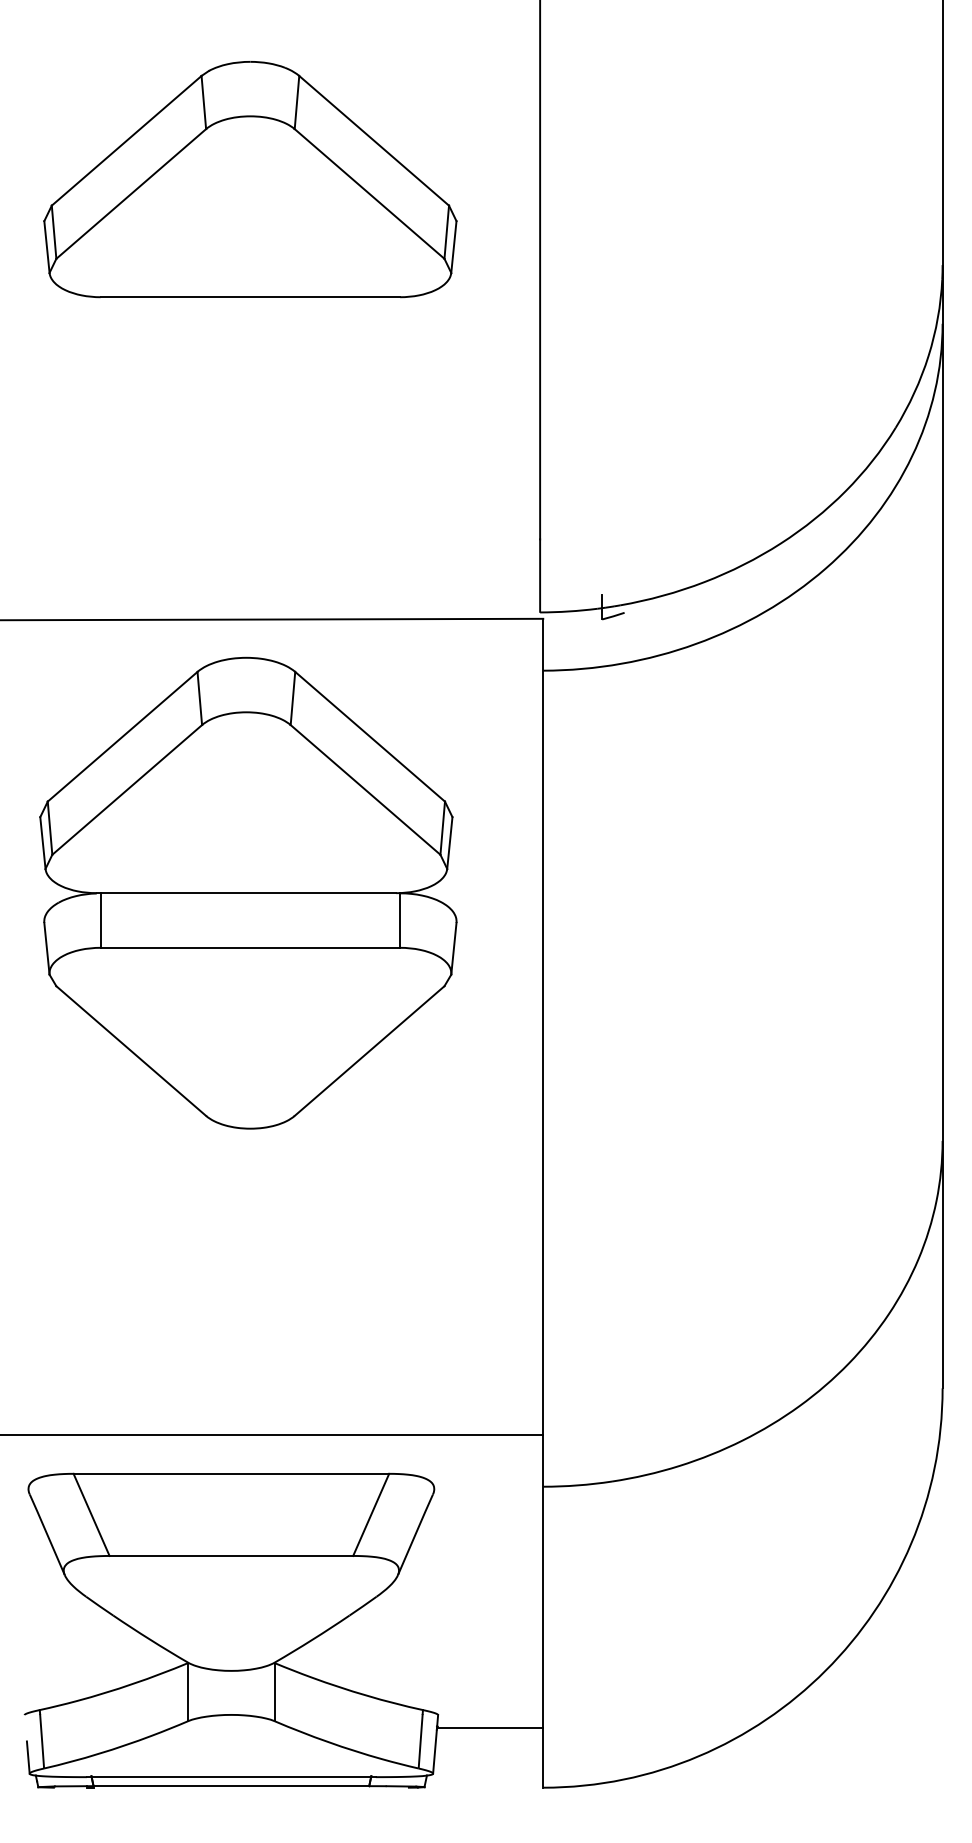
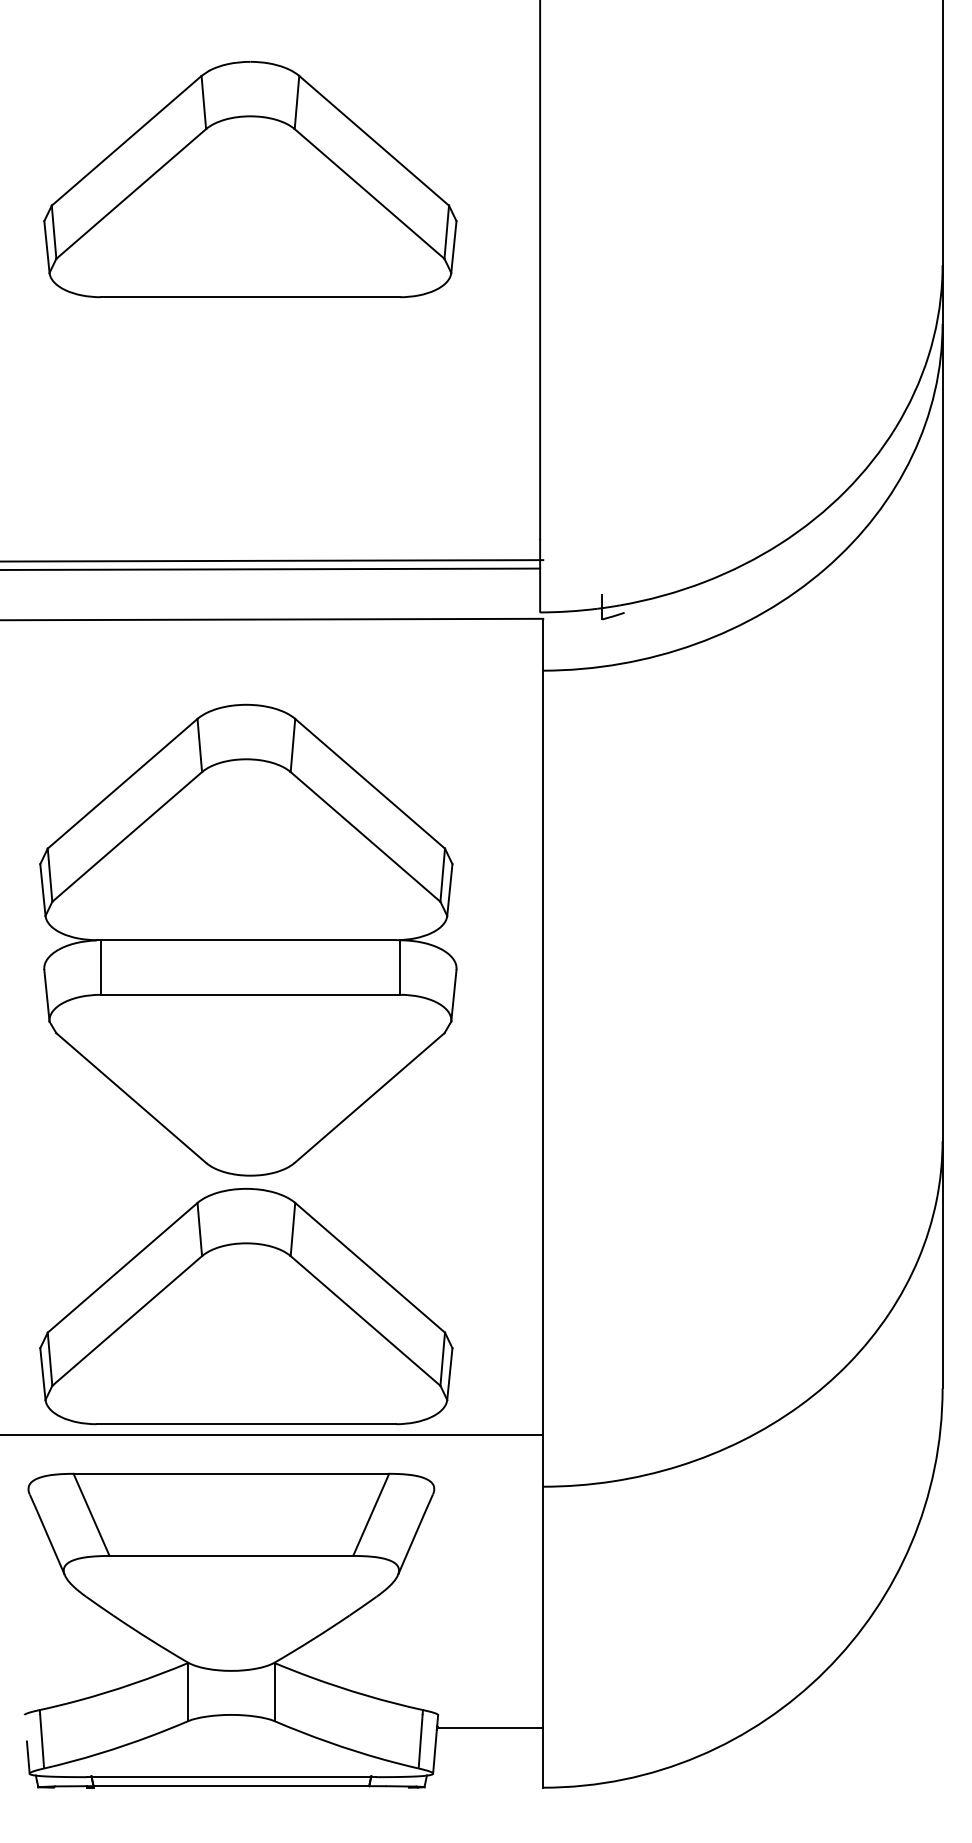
line at (272, 560): none -> present
line at (271, 568): none -> present
part at (248, 892) position: (248, 892) -> (248, 939)
part at (246, 1306): none -> present
